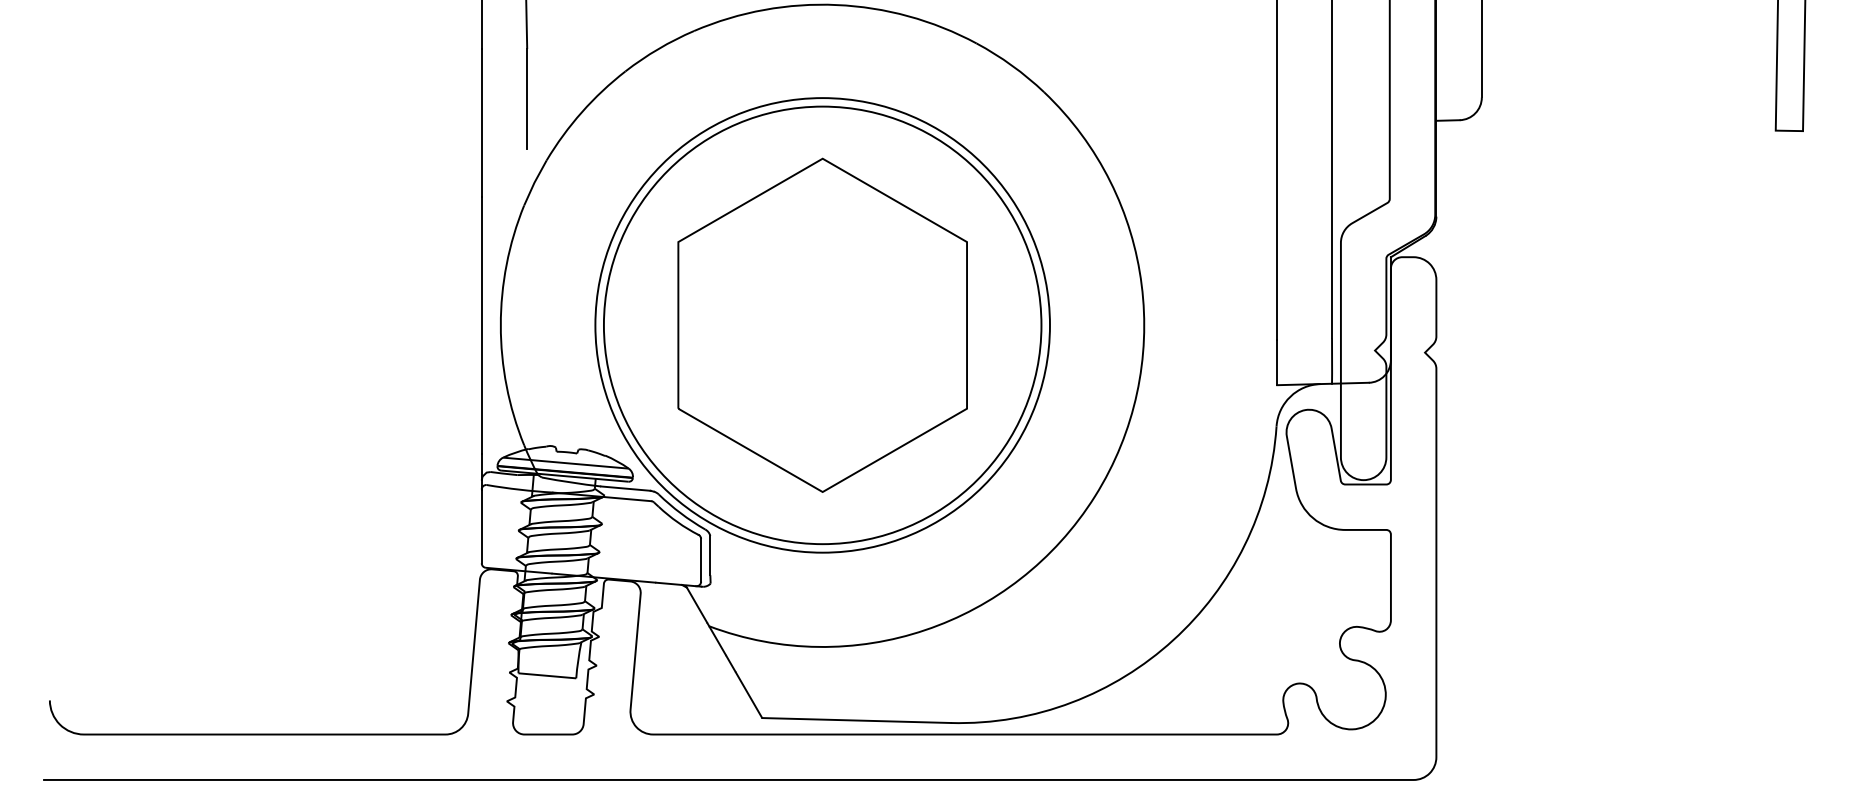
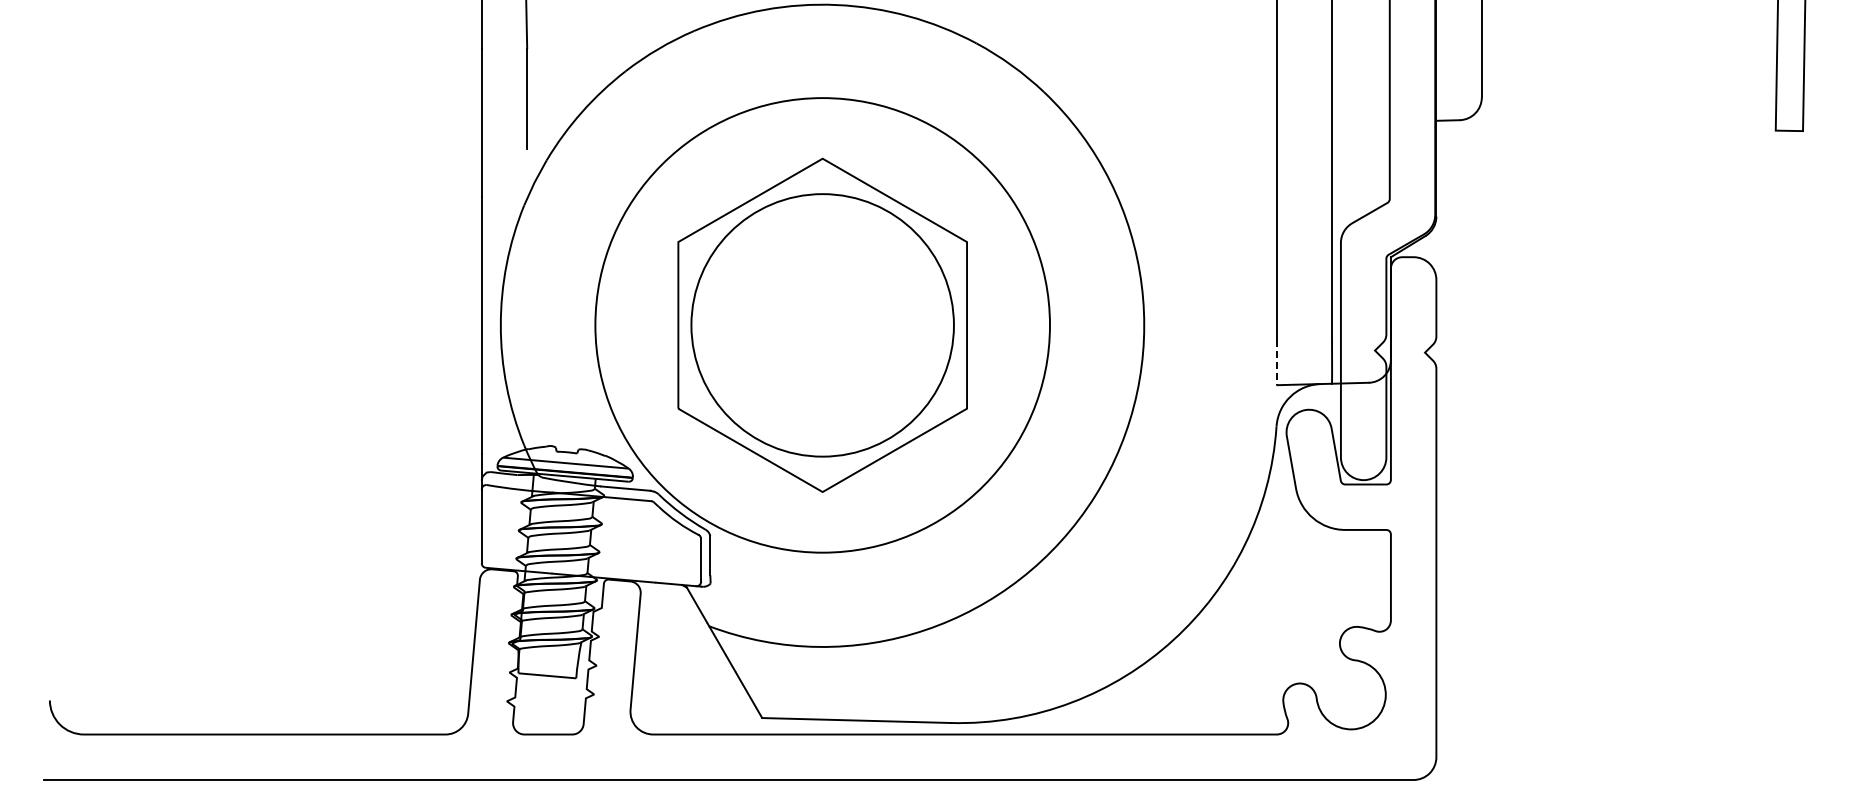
circle at (822, 325) diameter: 438 px -> 263 px
line at (1277, 362): solid -> dashed
